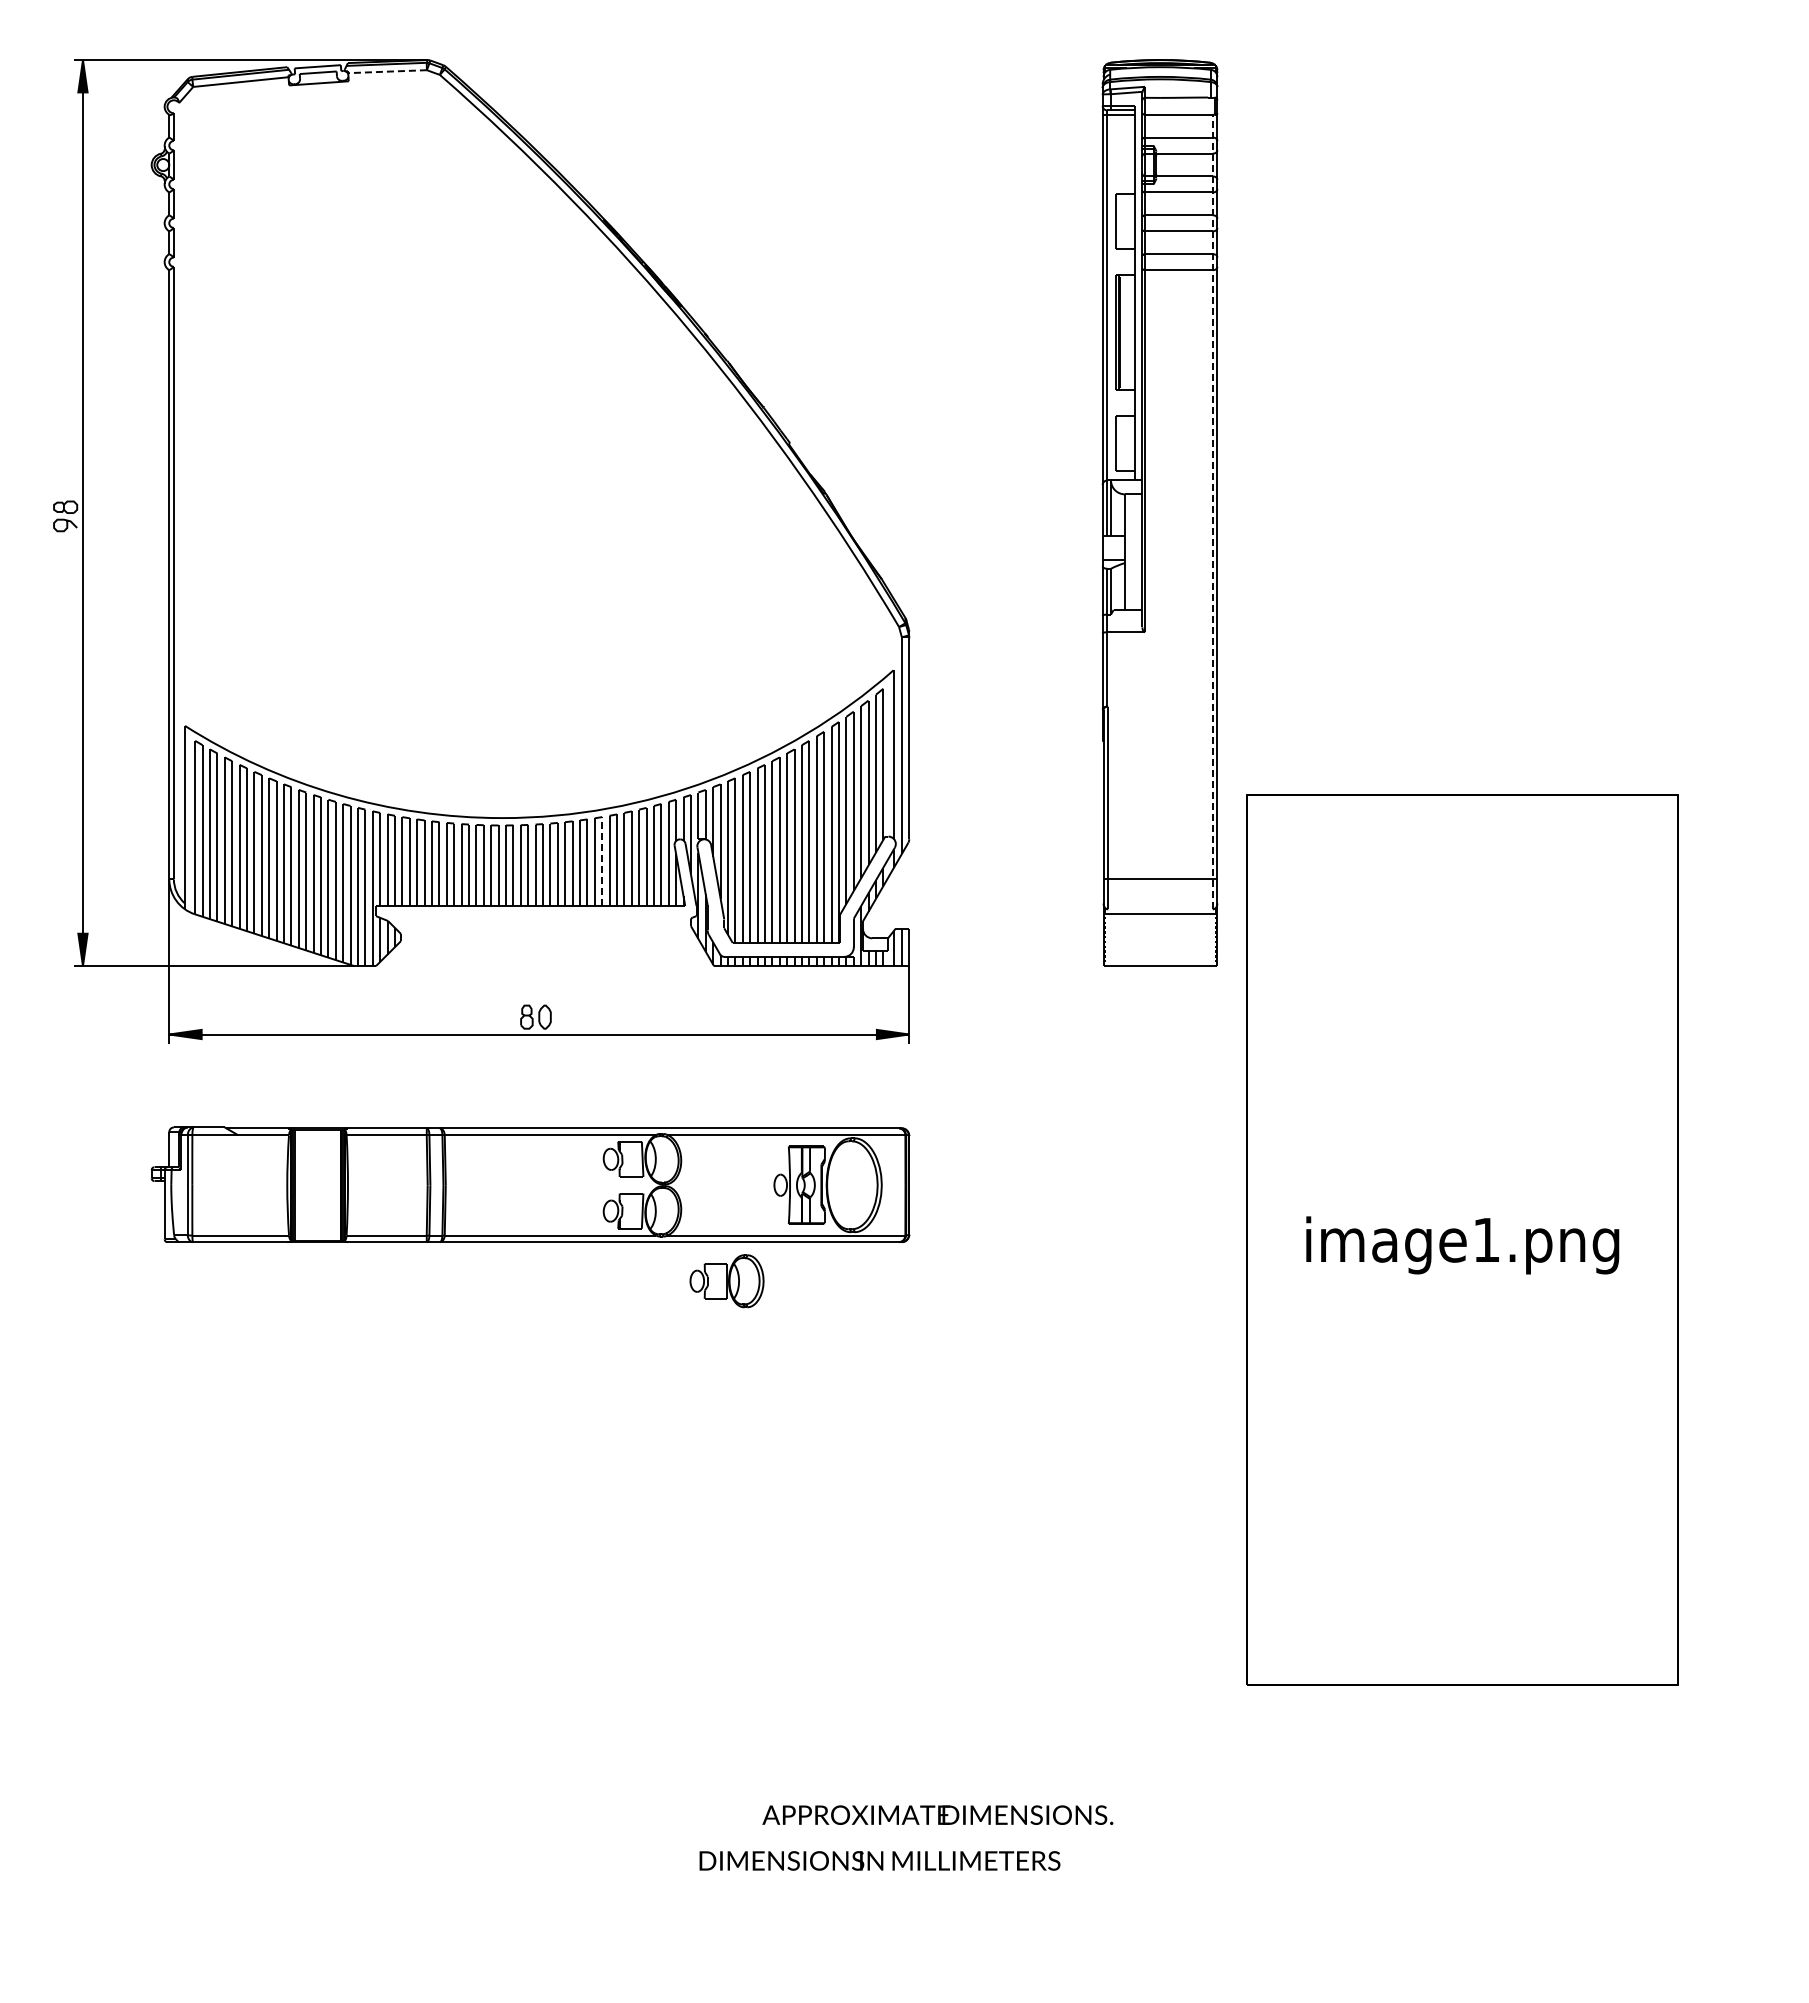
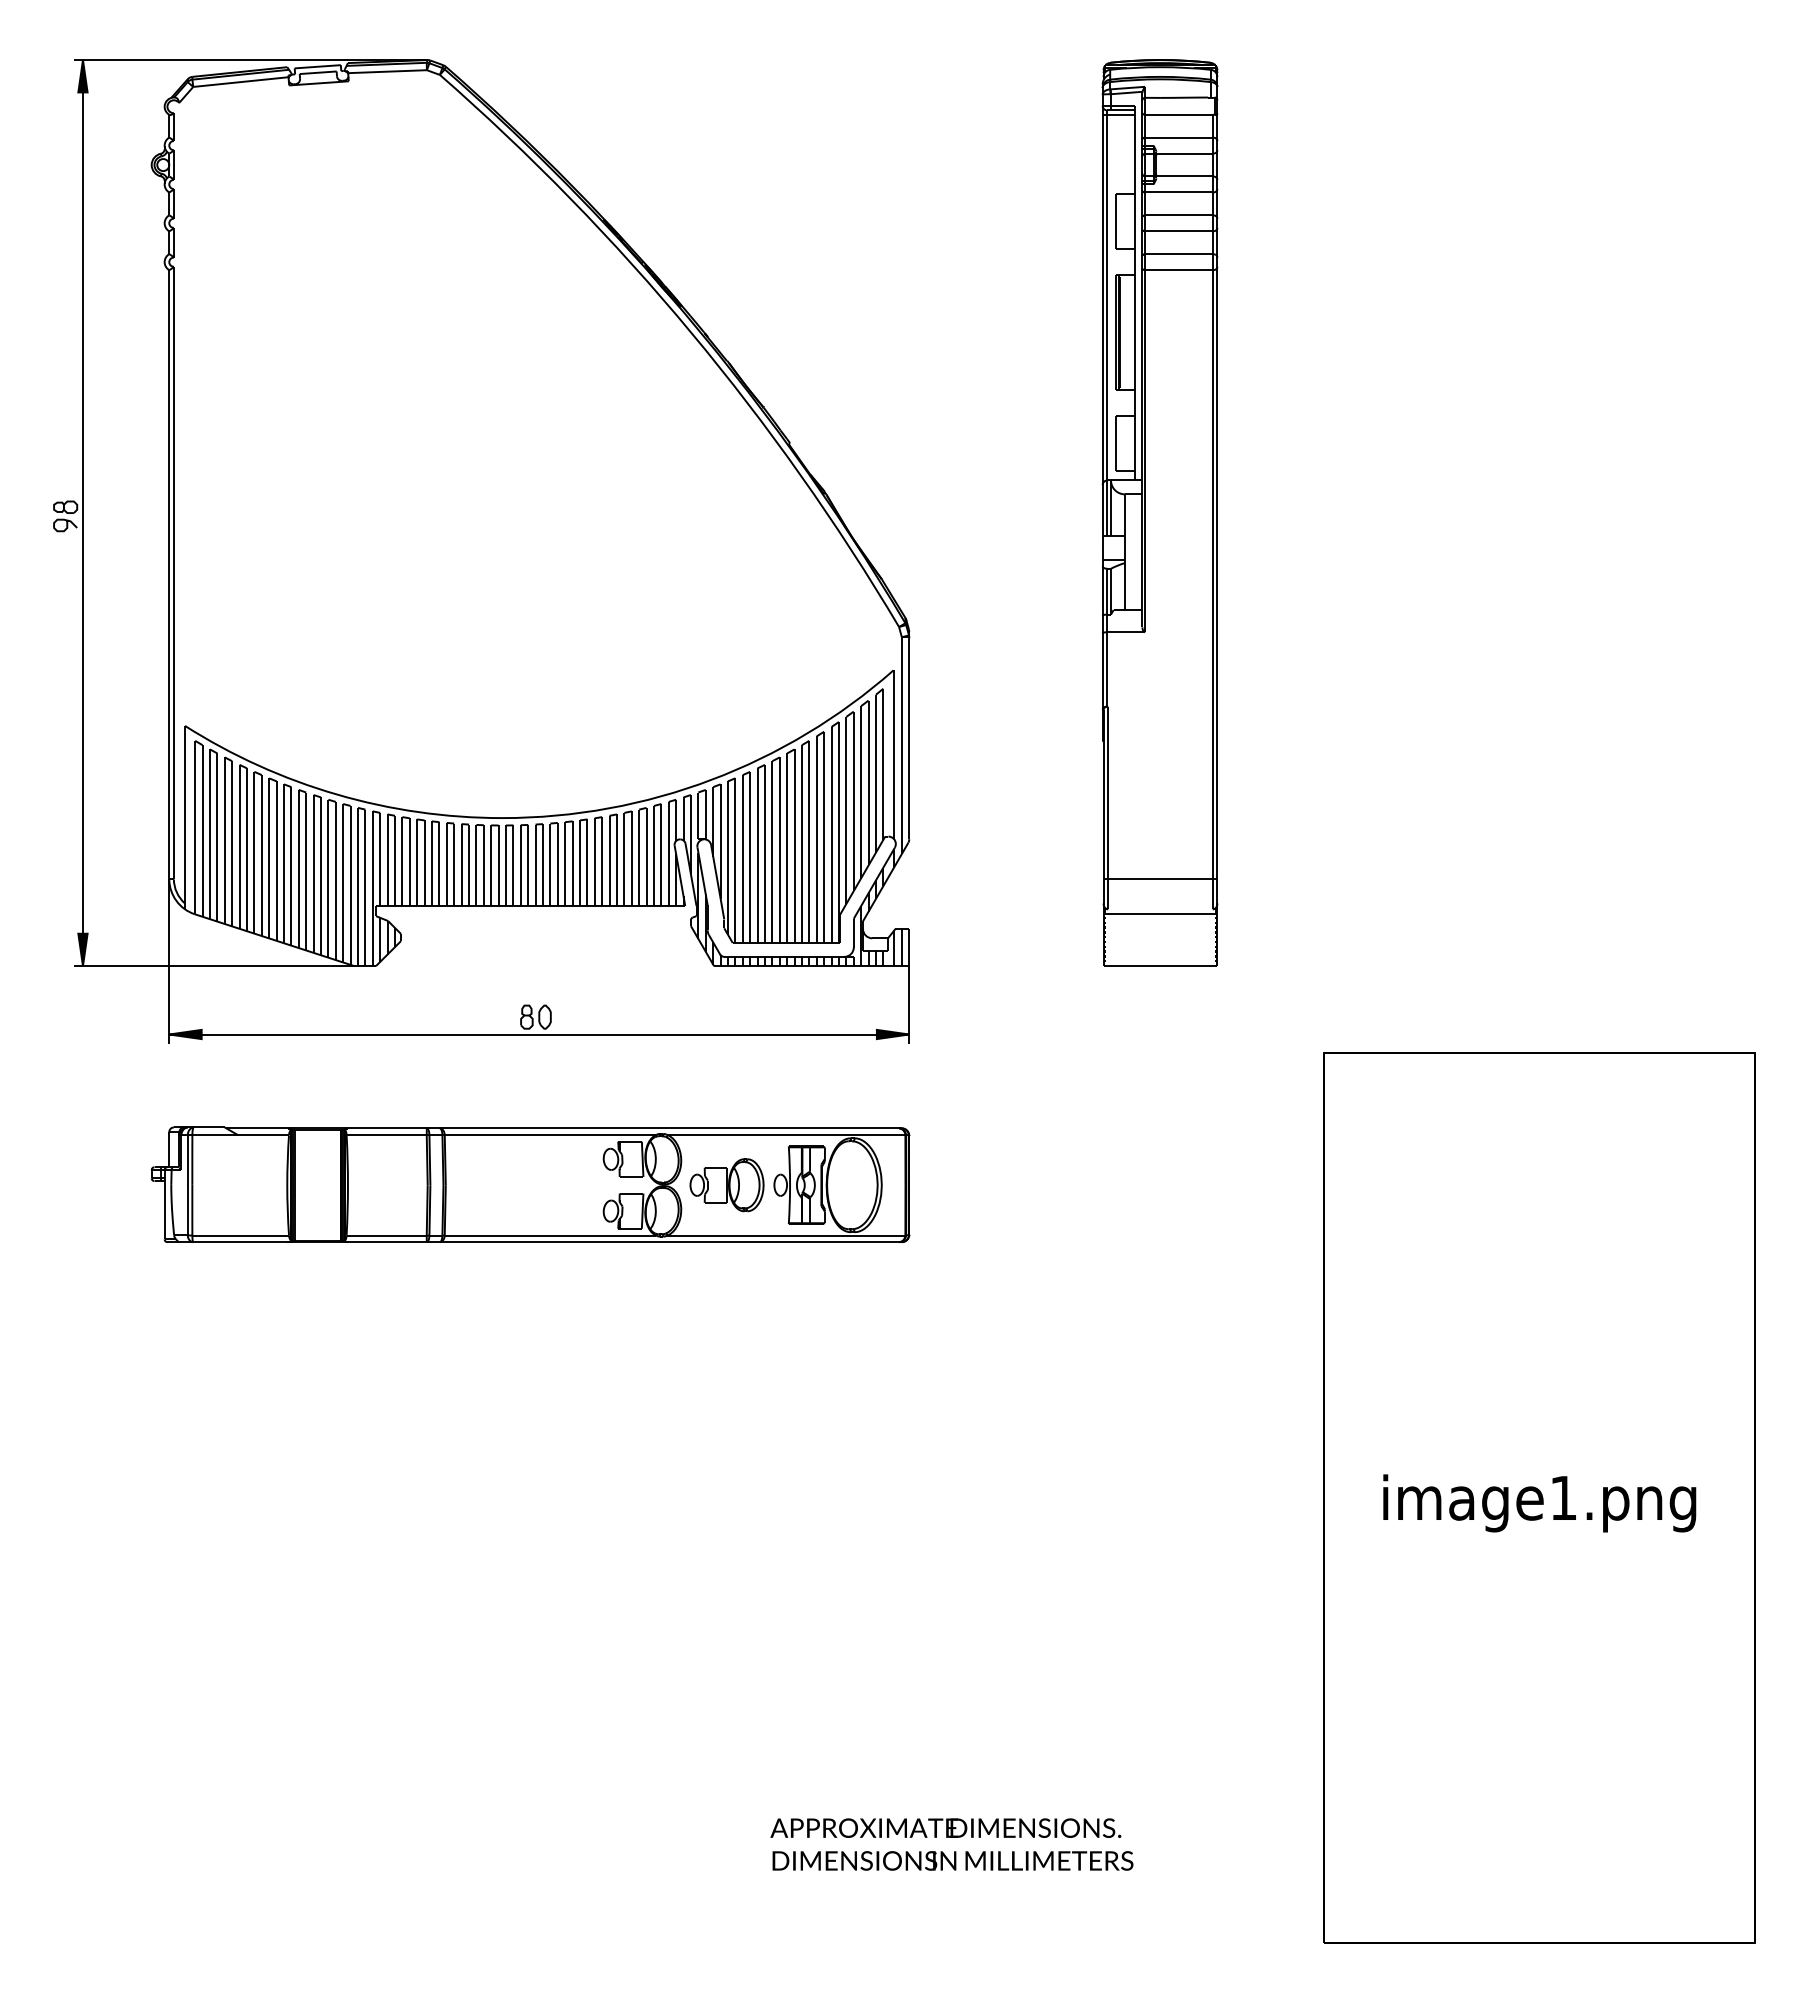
line at (387, 71): dashed -> solid
line at (1212, 511): dashed -> solid
line at (602, 861): dashed -> solid
part at (1462, 1239) position: (1462, 1239) -> (1539, 1497)
part at (726, 1281) position: (726, 1281) -> (726, 1185)
text at (937, 1814) position: (937, 1814) -> (945, 1827)
text at (879, 1860) position: (879, 1860) -> (952, 1860)
